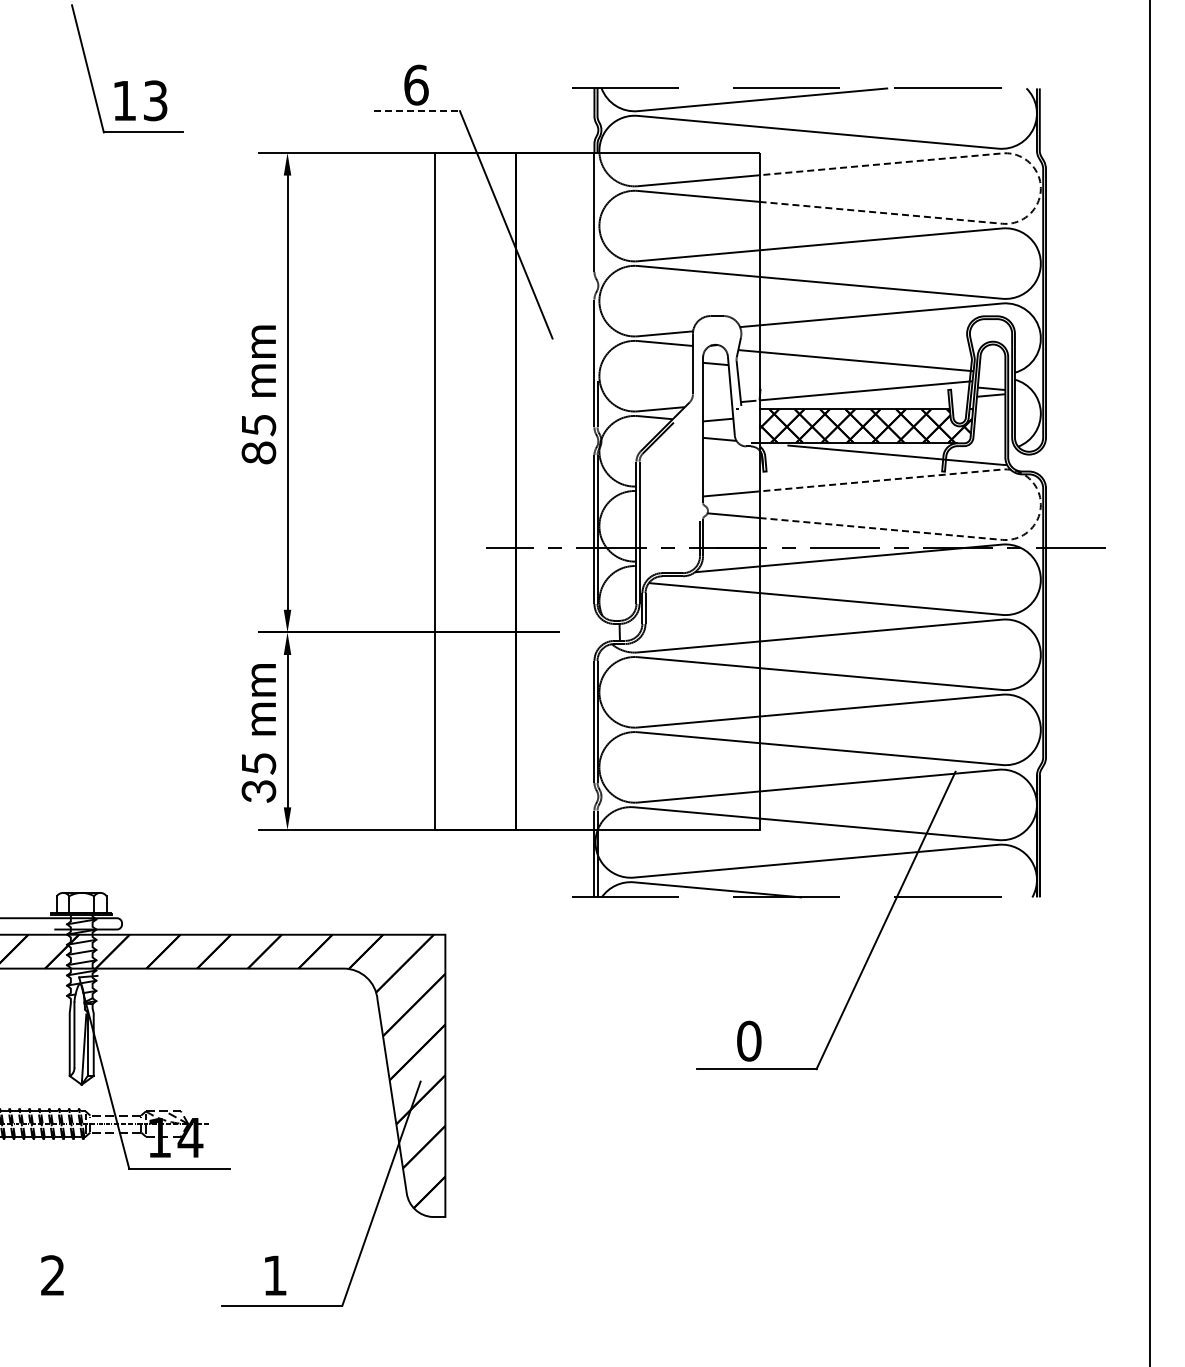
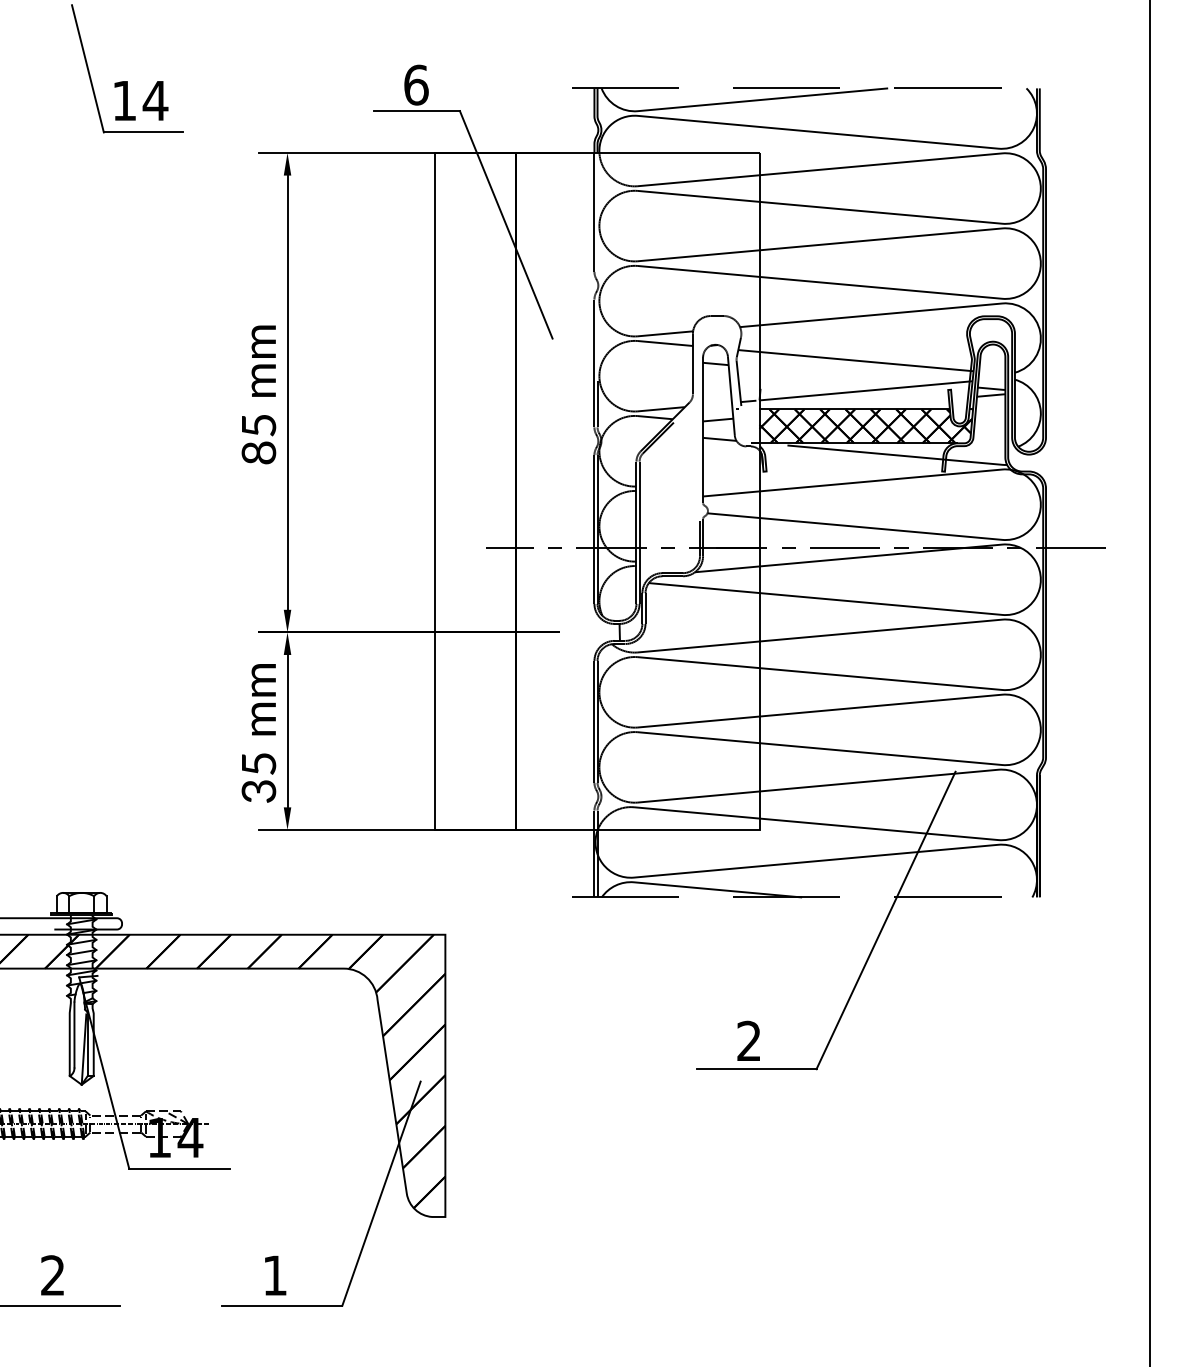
text at (155, 100): 13 -> 14
line at (417, 111): dashed -> solid
line at (1040, 188): dashed -> solid
line at (1040, 504): dashed -> solid
text at (749, 1040): 0 -> 2
line at (61, 1305): none -> present
